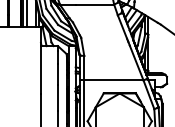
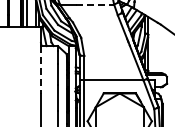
line at (95, 4): solid -> dashed
line at (40, 70): solid -> dashed
